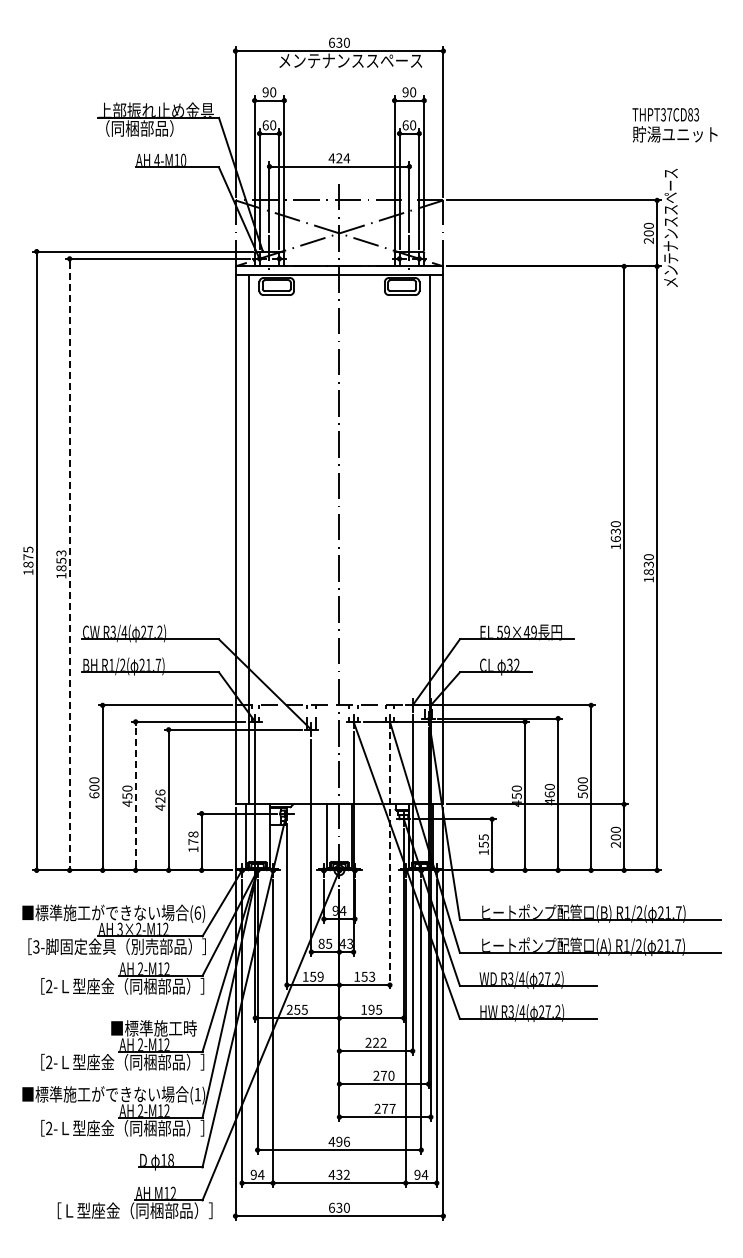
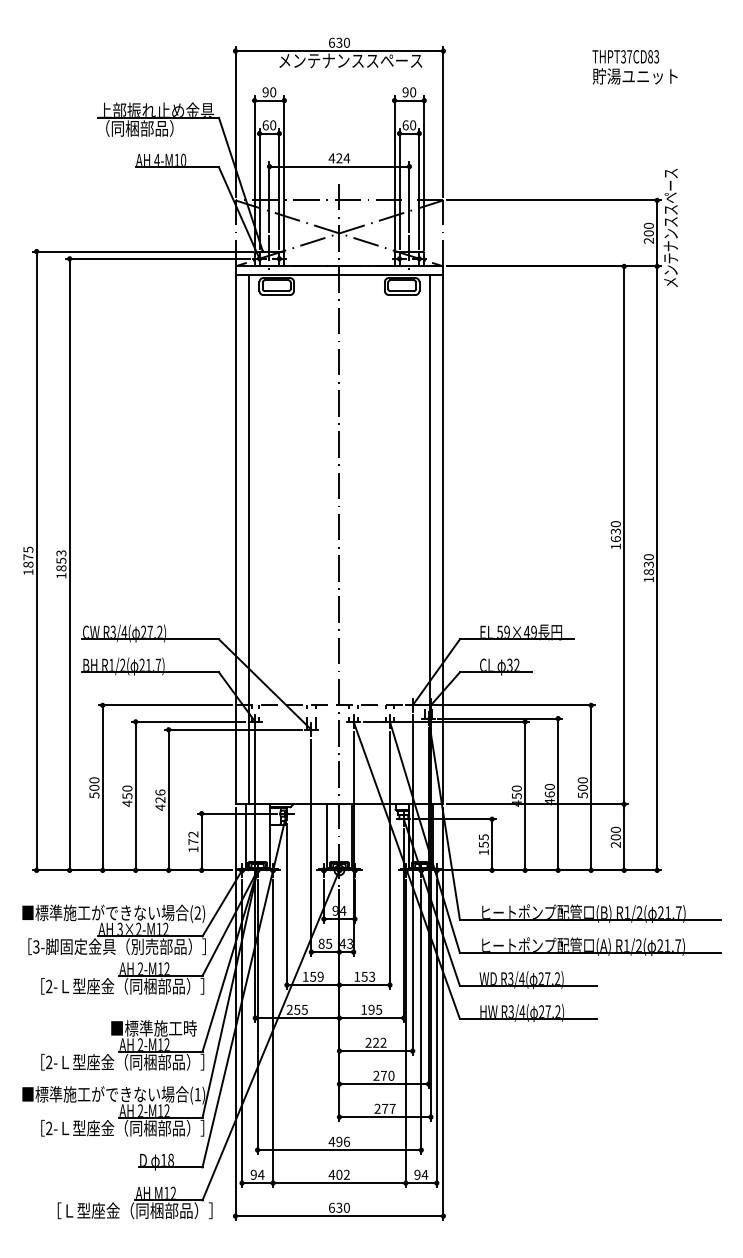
text at (674, 125) position: (674, 125) -> (634, 67)
line at (69, 565): dashed -> solid
text at (94, 795): 600 -> 500
line at (135, 796): dashed -> solid
text at (193, 834): 178 -> 172
line at (389, 860): dashed -> solid
text at (197, 912): (6) -> (2)
text at (339, 1174): 432 -> 402
